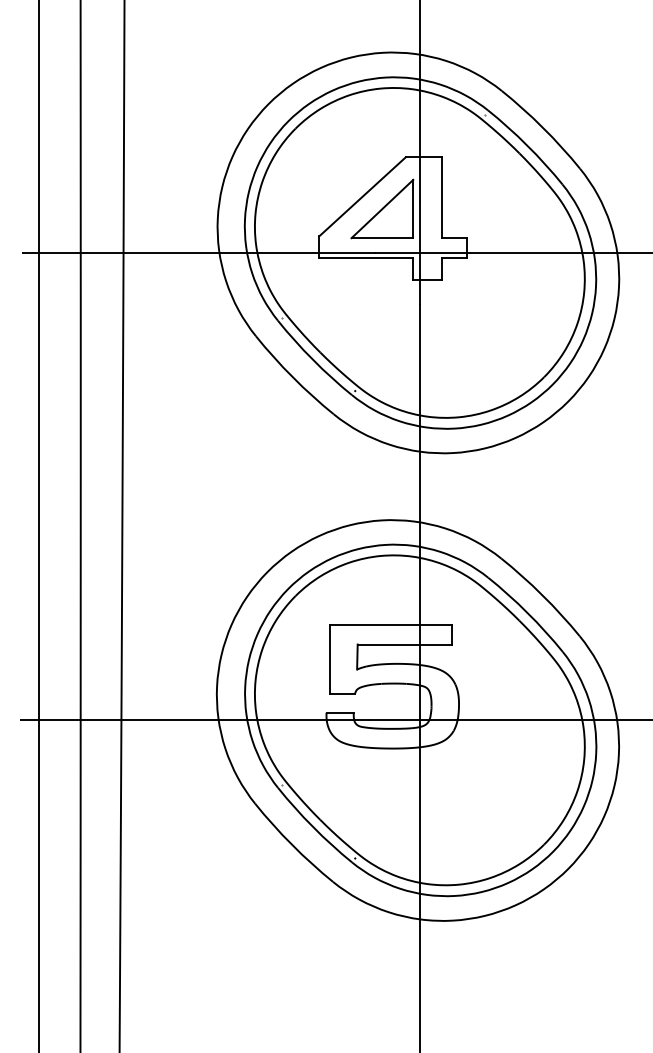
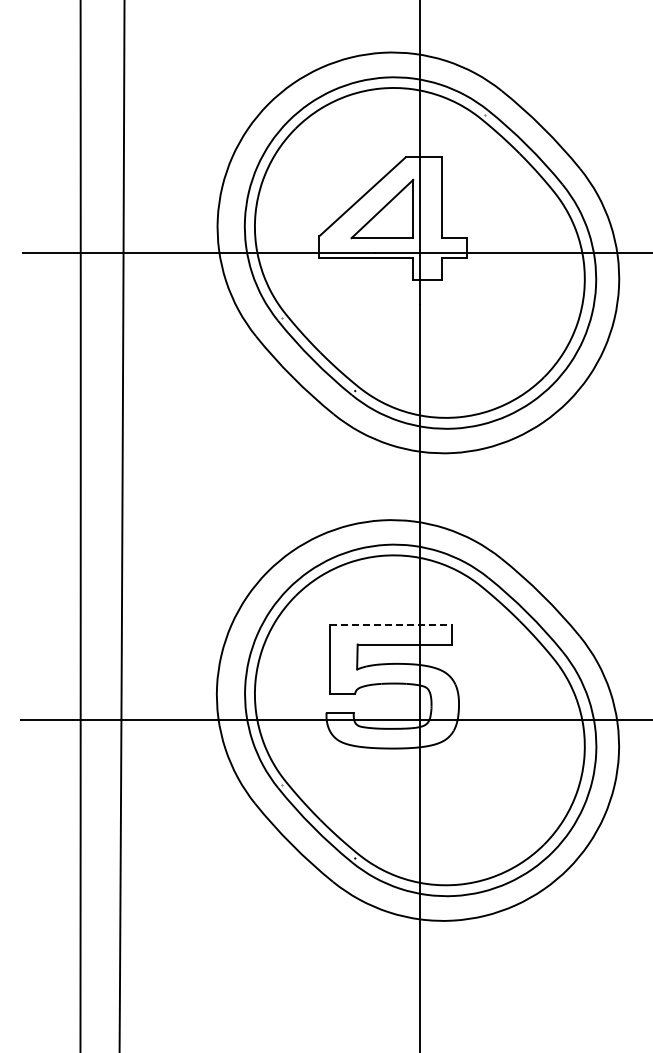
line at (38, 525): present -> none
line at (391, 624): solid -> dashed
